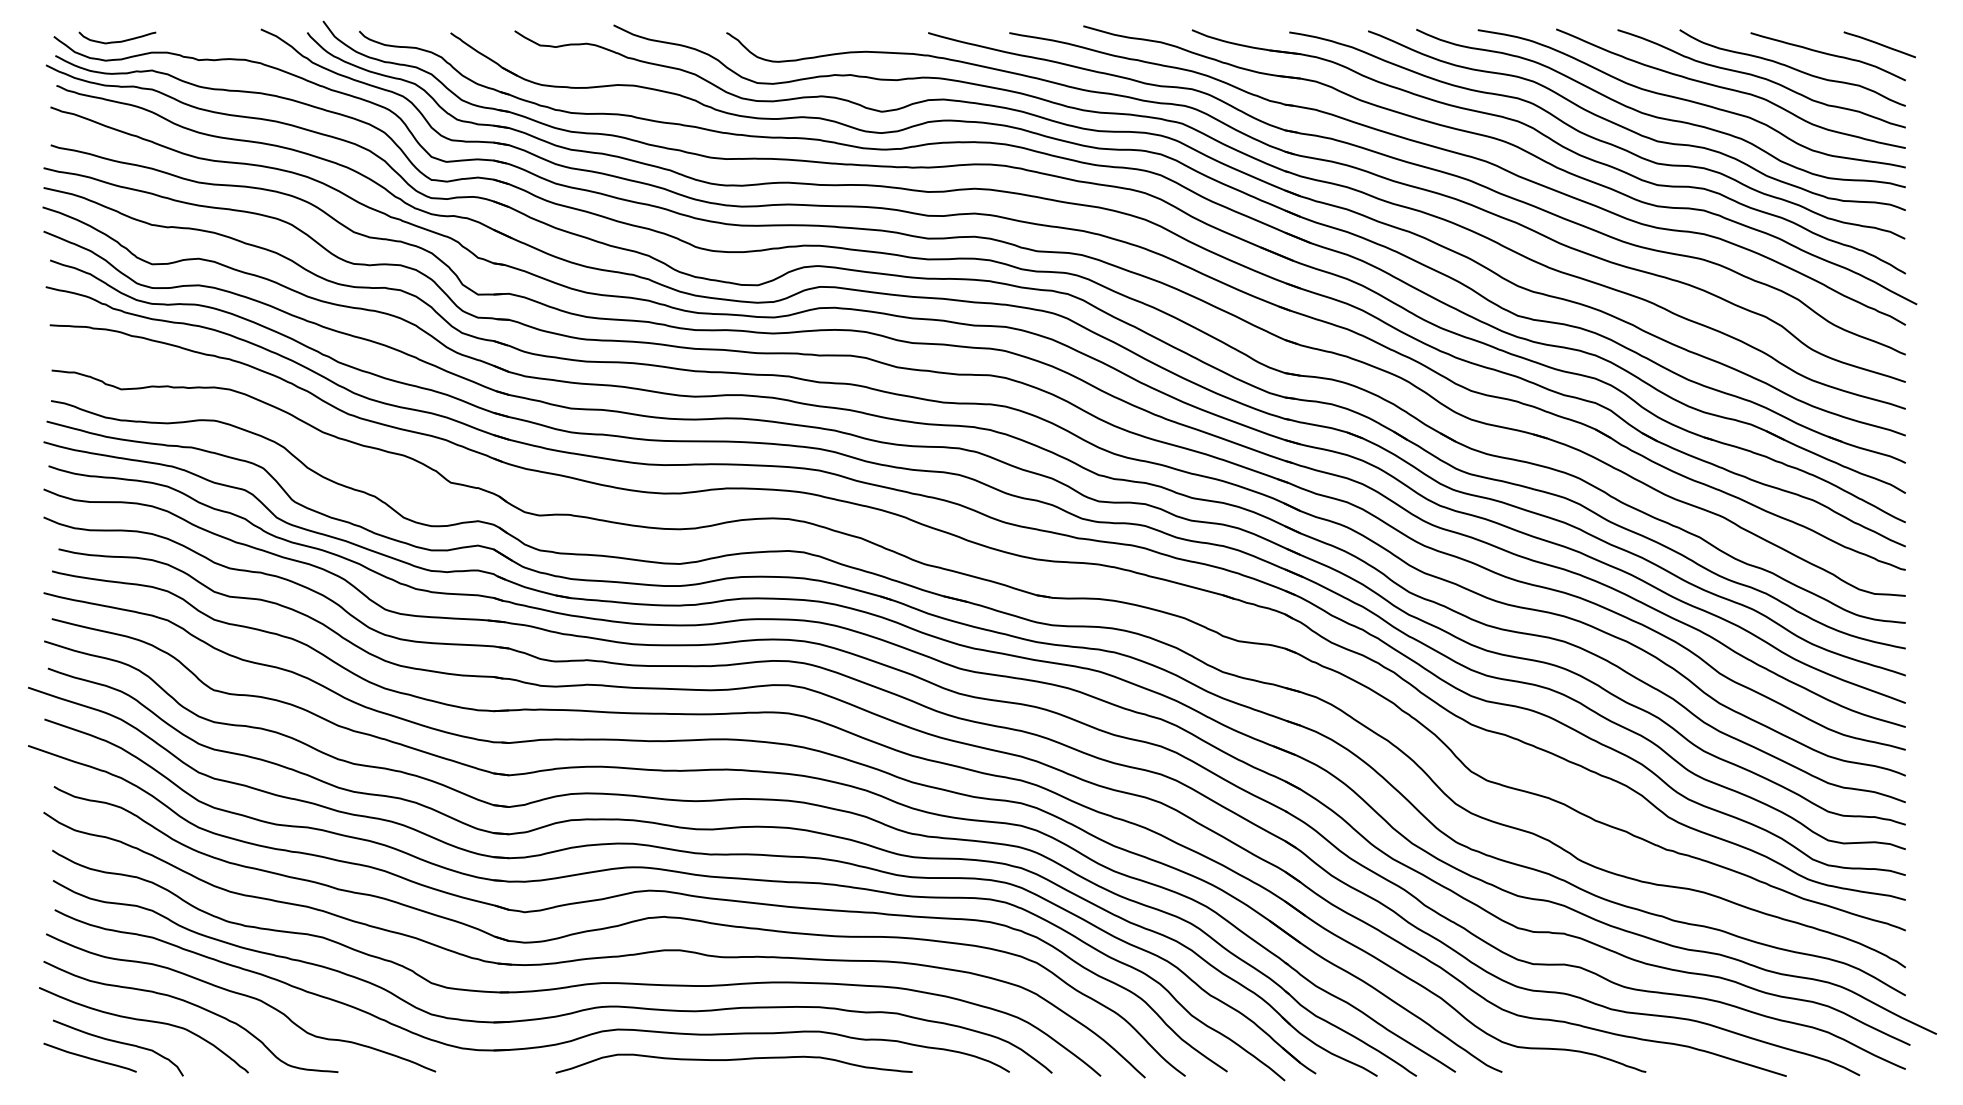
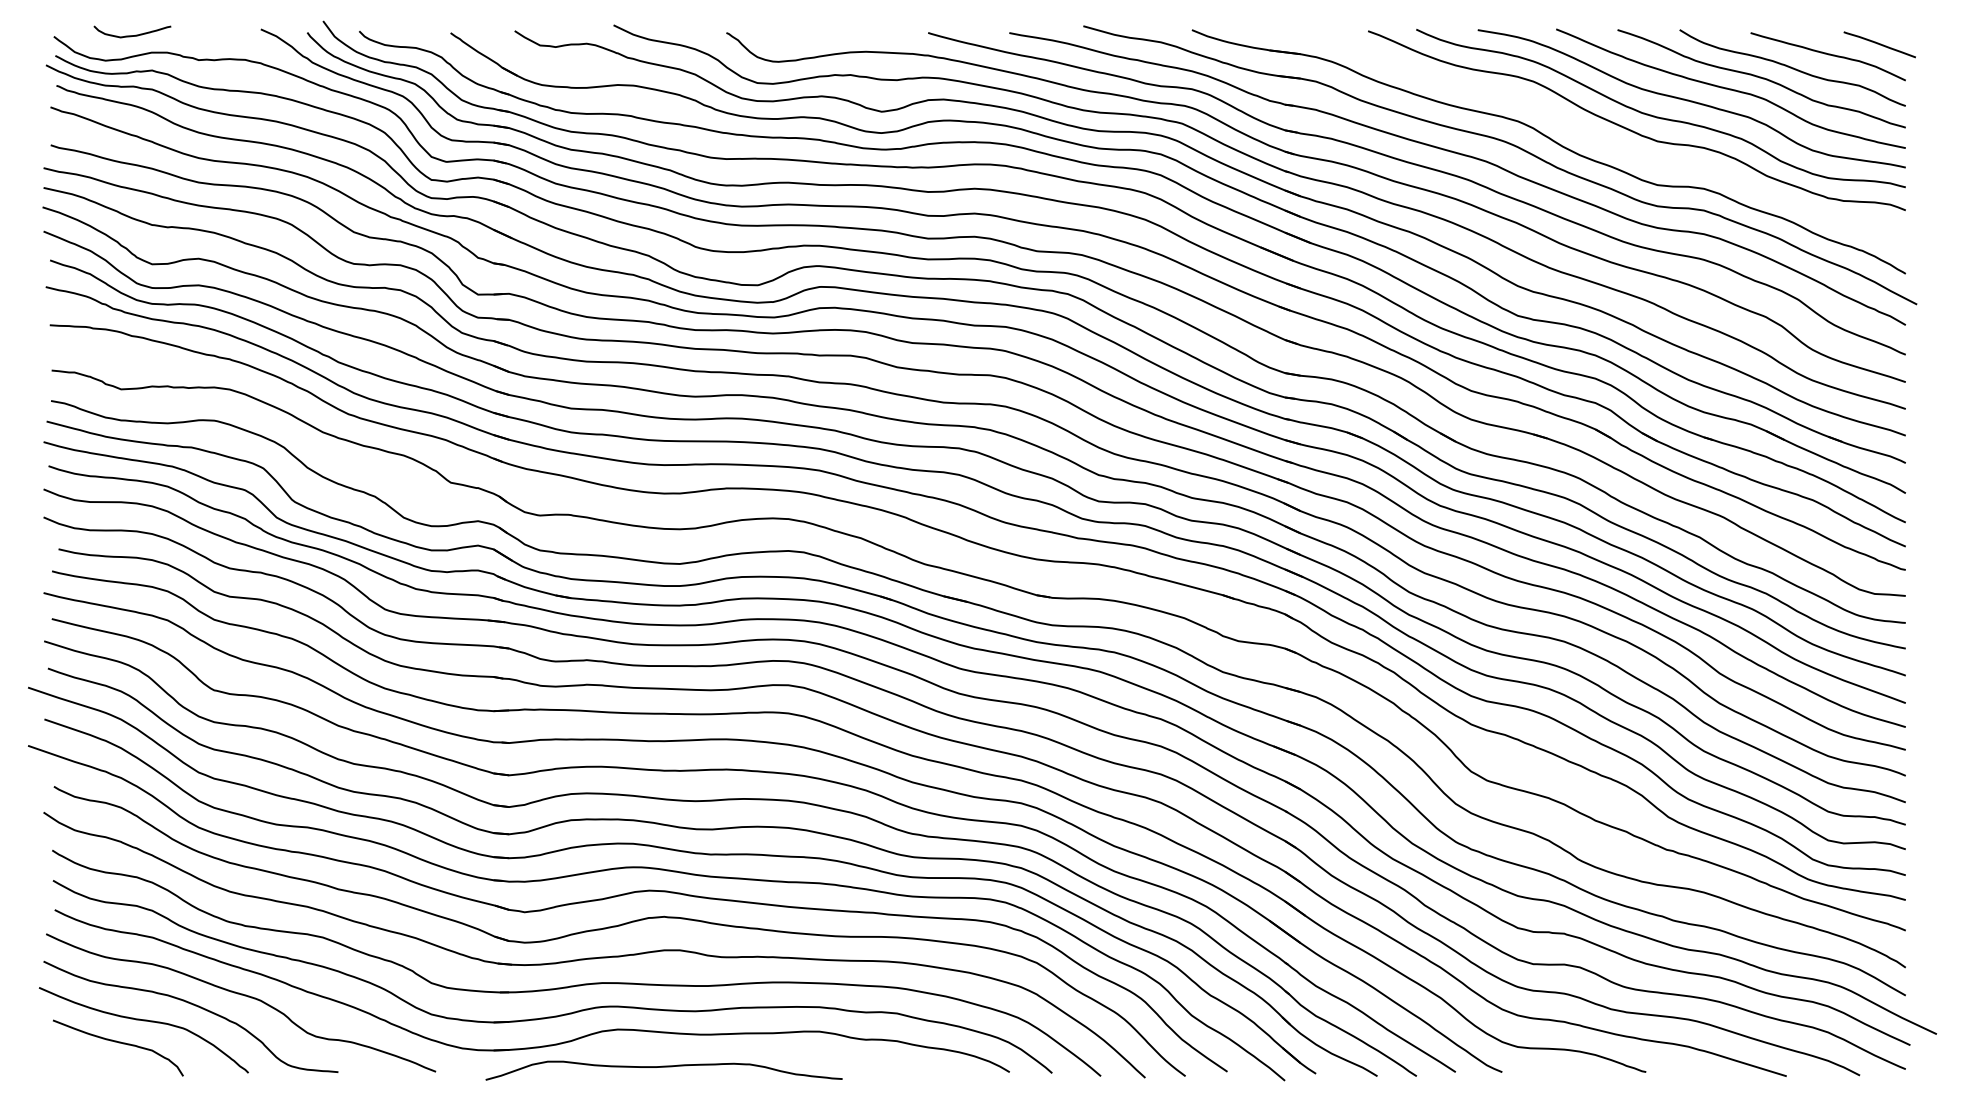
curve at (117, 41) position: (117, 41) -> (132, 35)
curve at (1595, 137): present -> none
curve at (89, 1057): present -> none
curve at (733, 1060) position: (733, 1060) -> (663, 1067)
